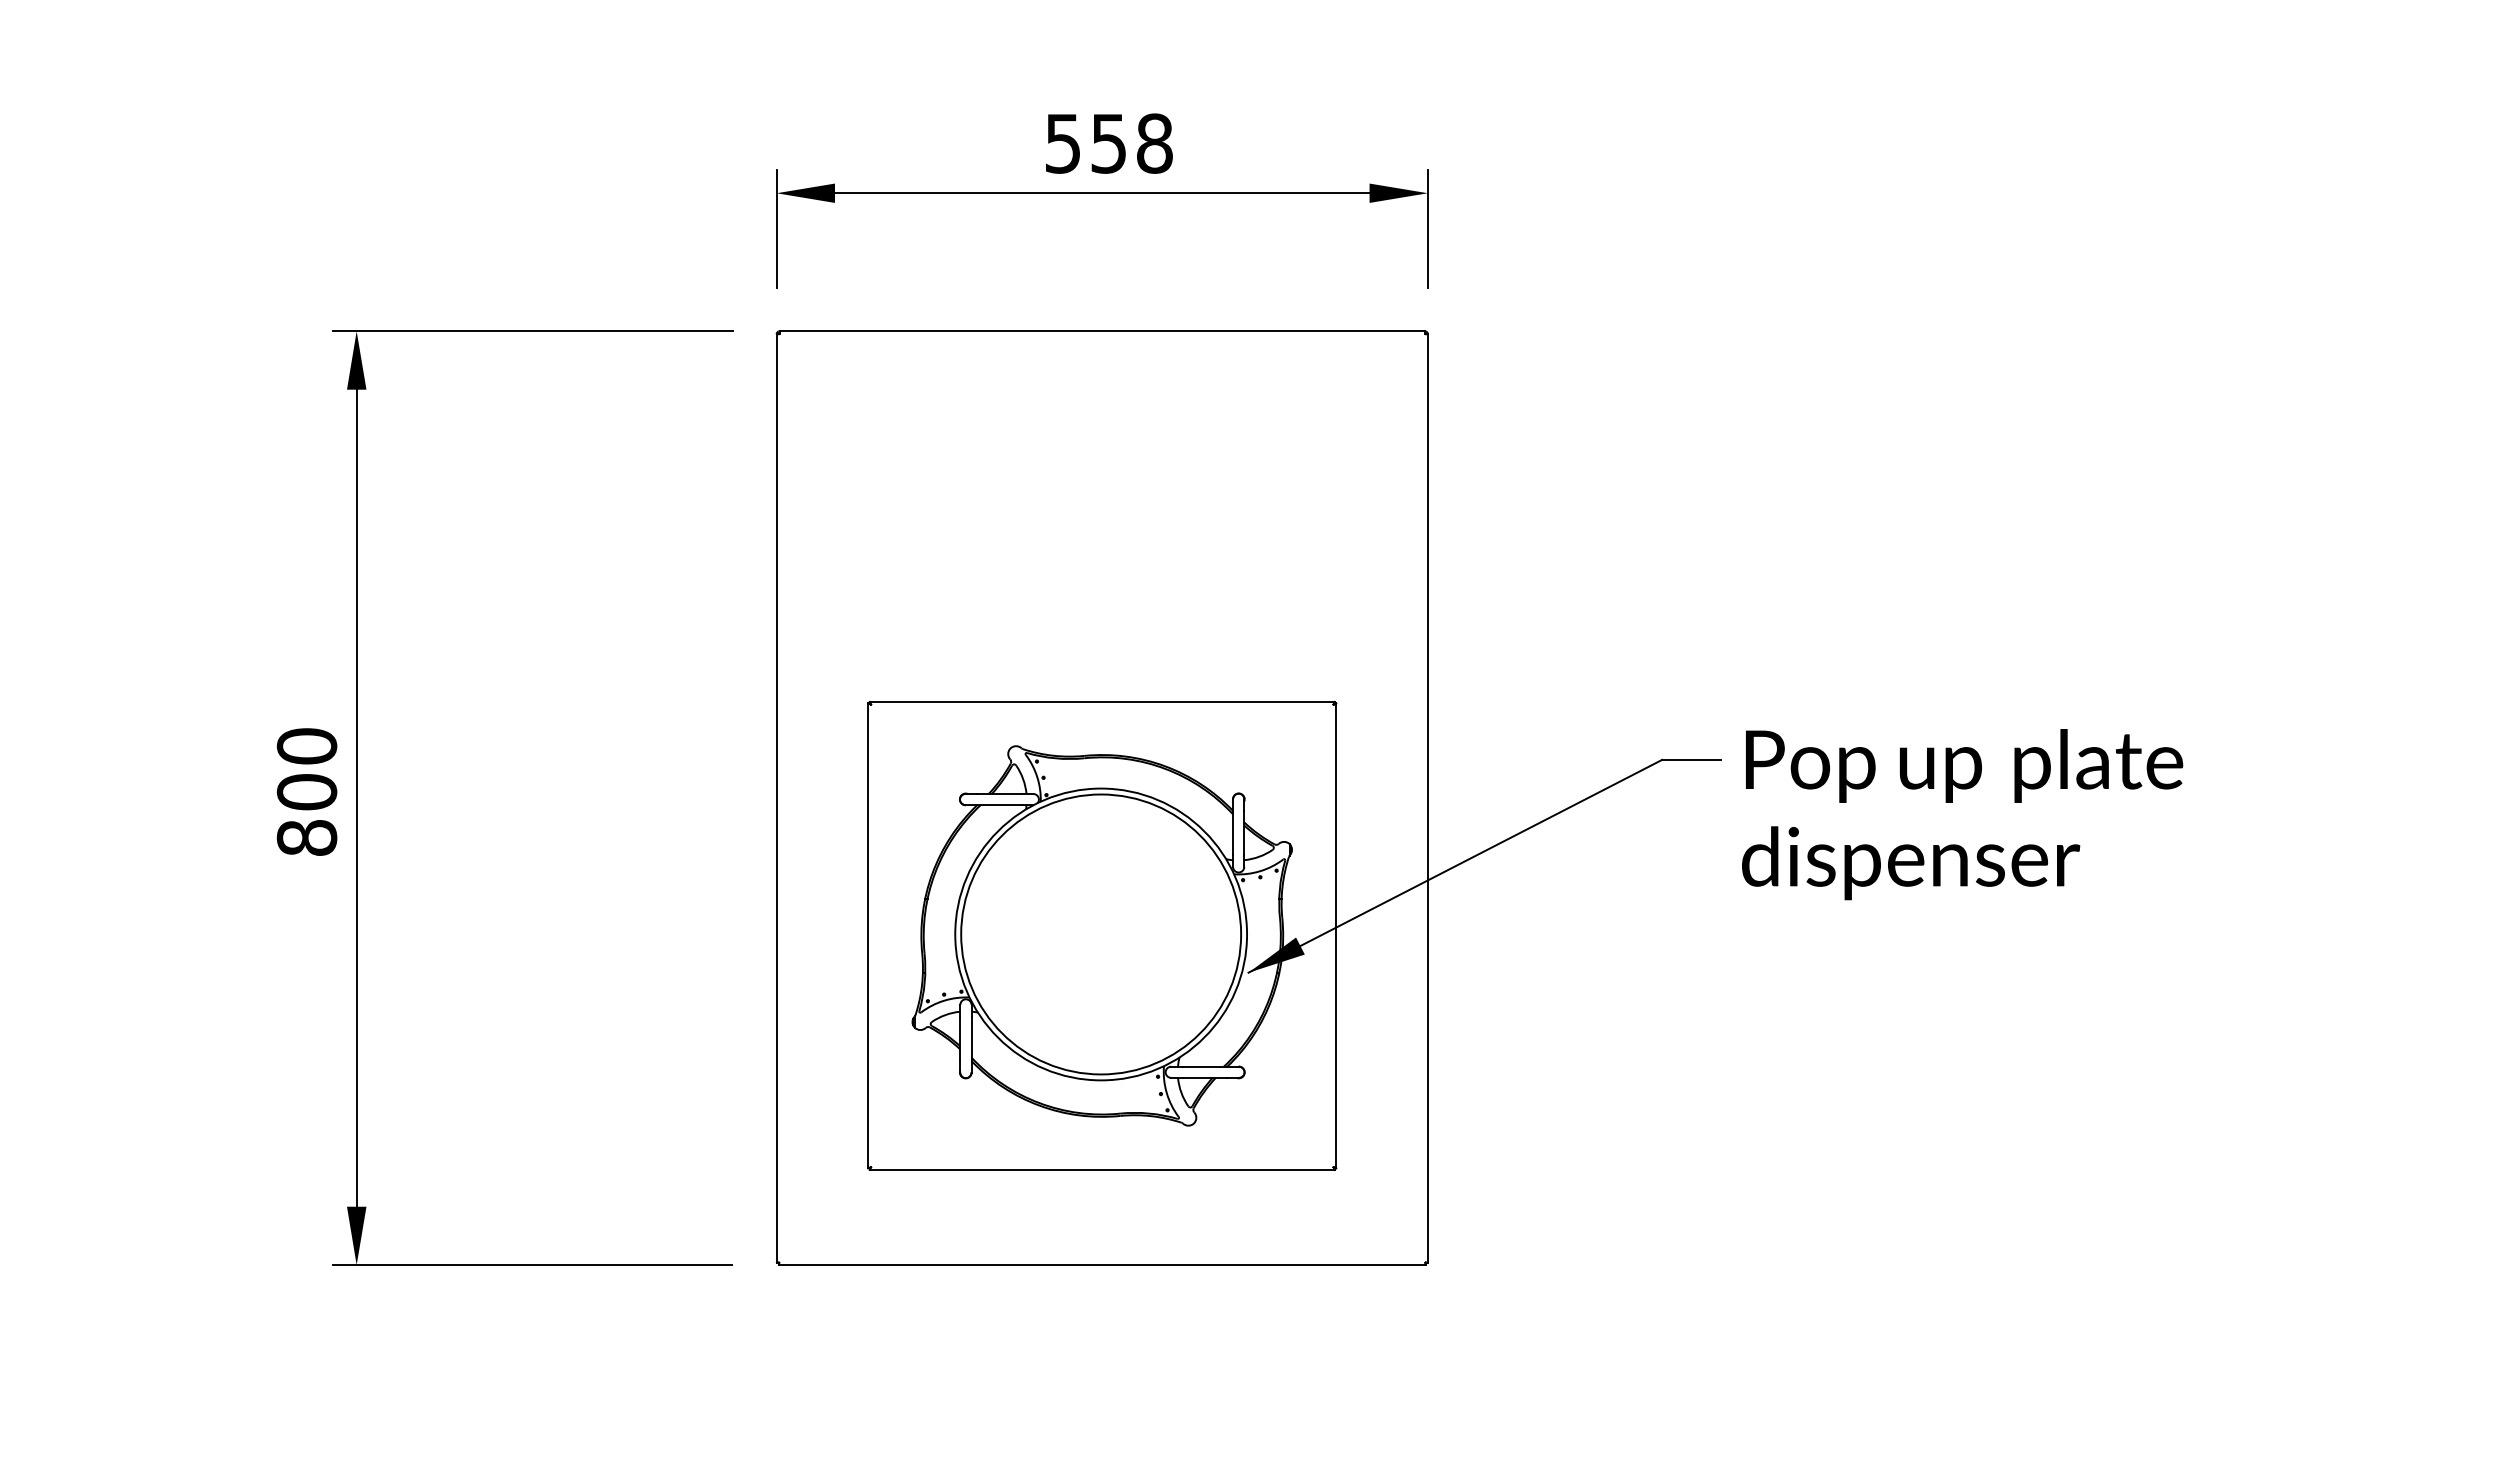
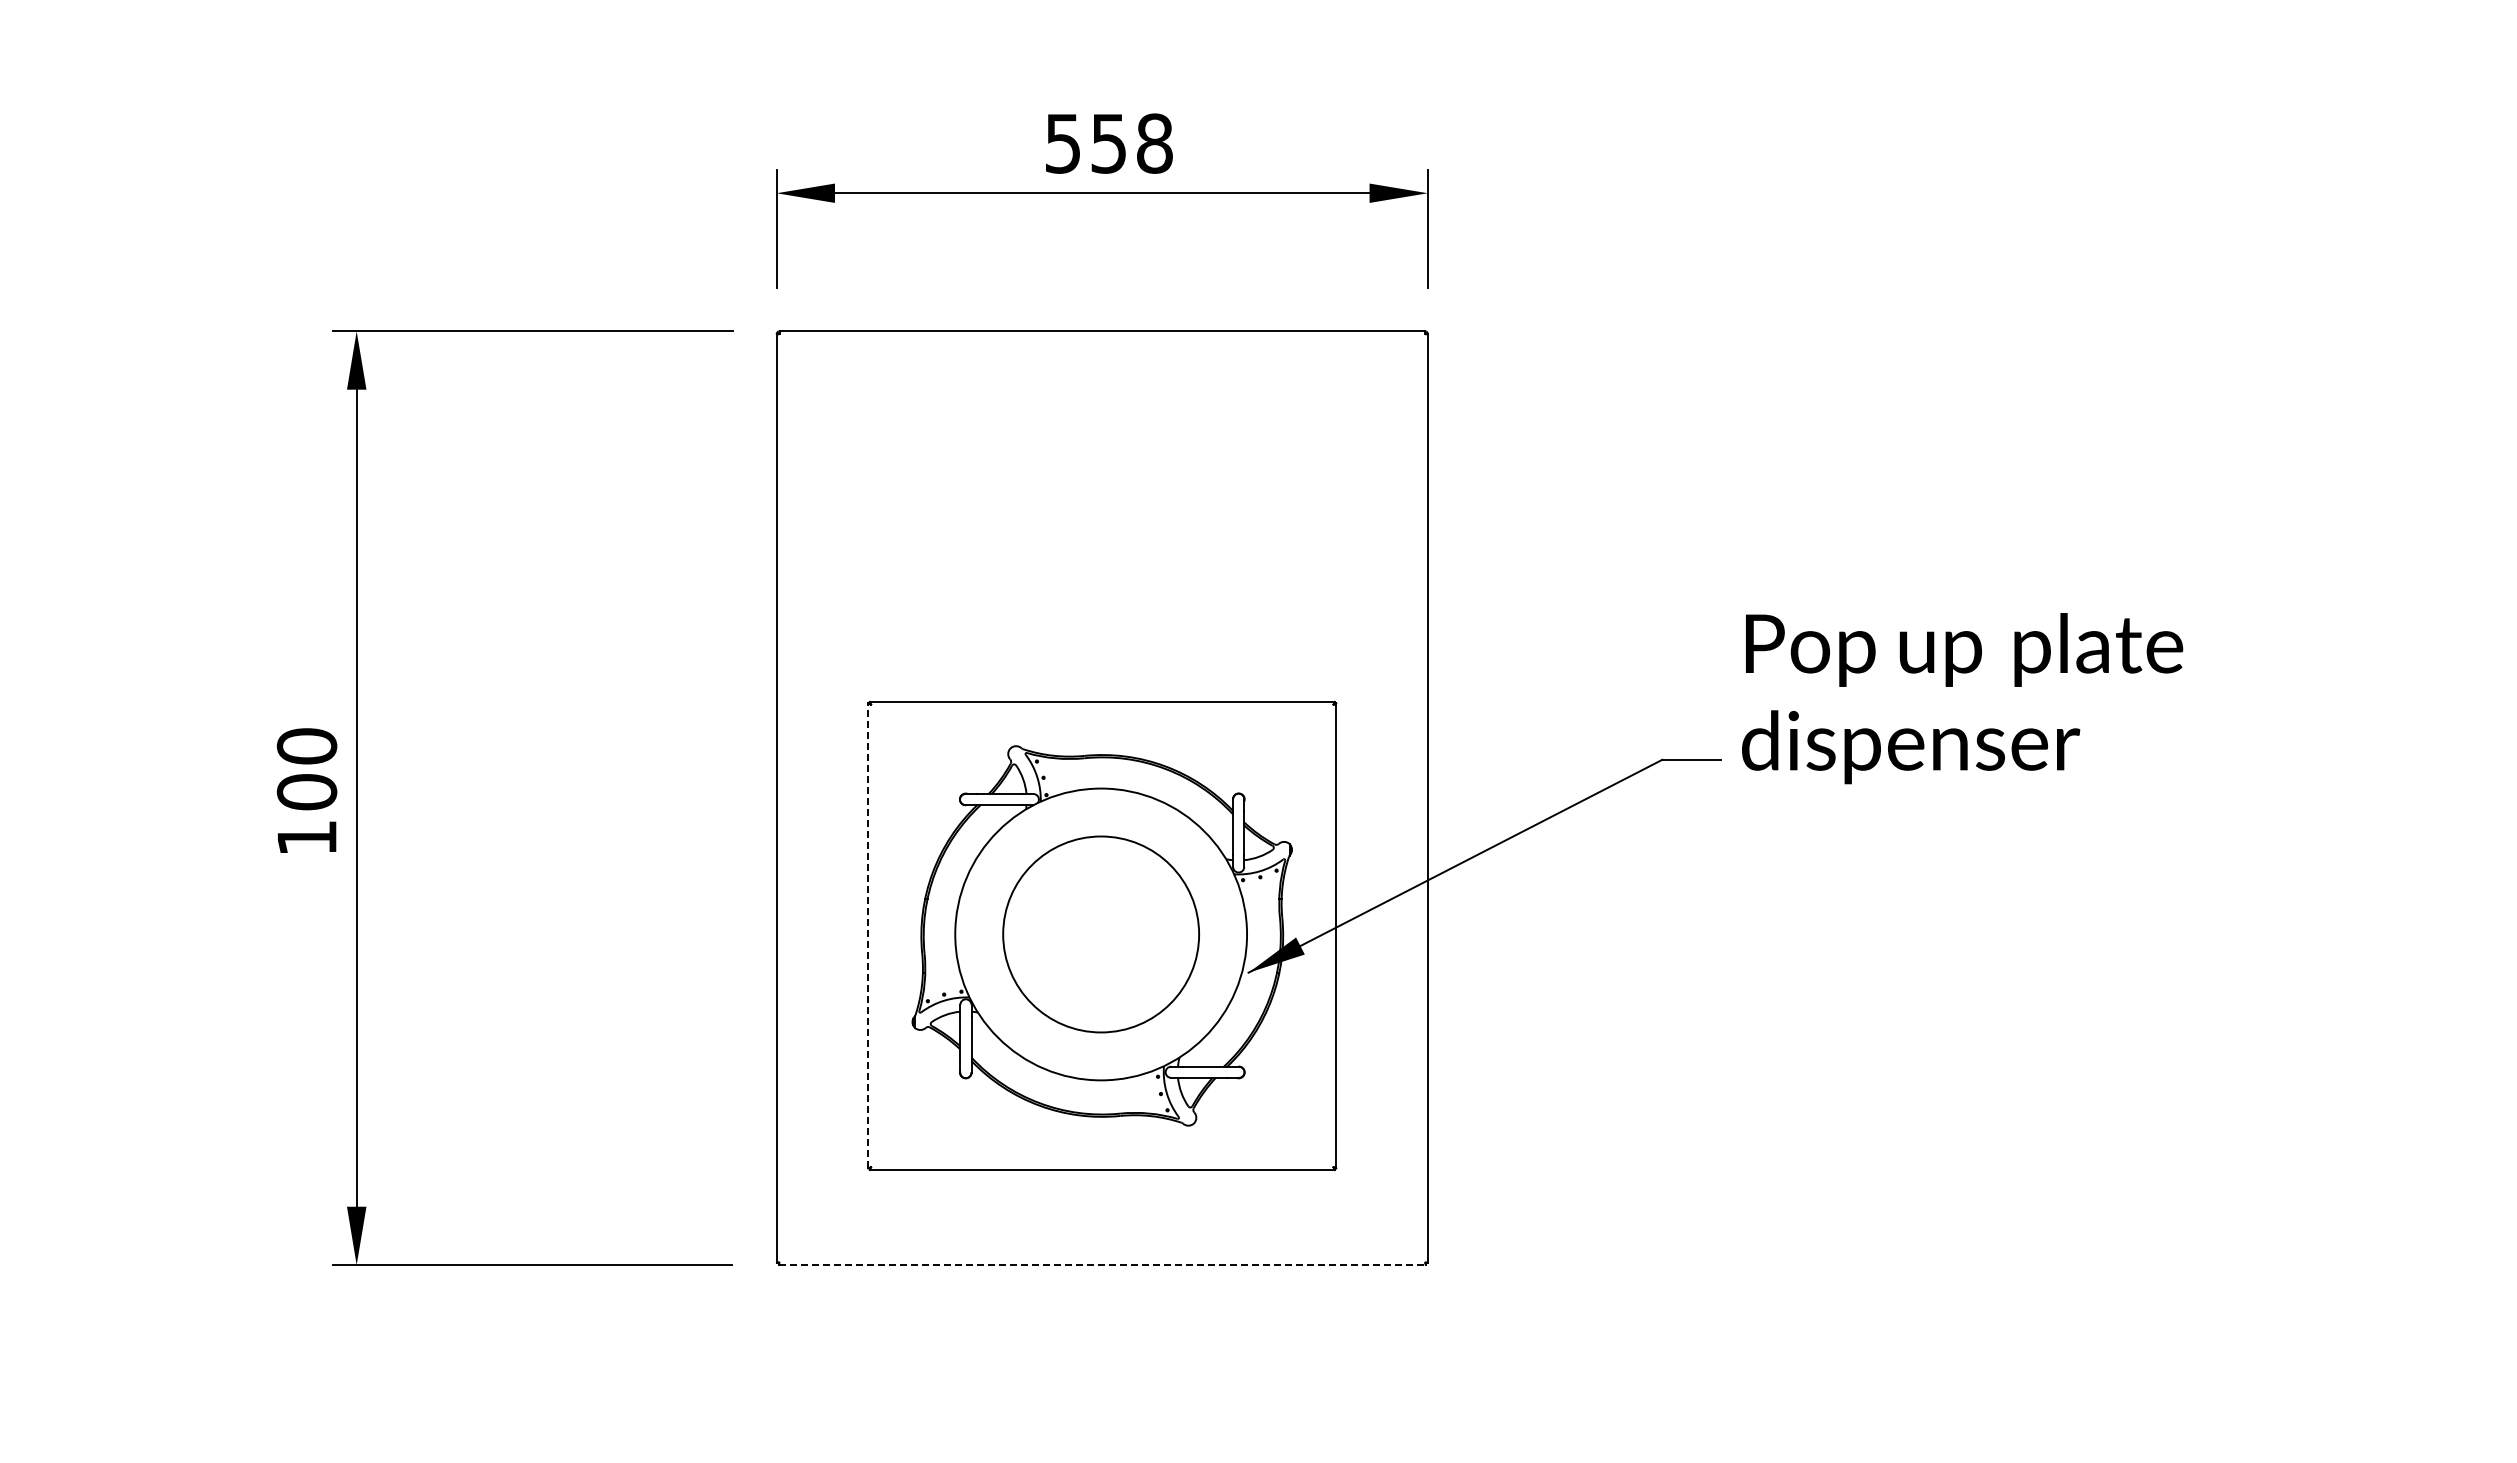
text at (1962, 814) position: (1962, 814) -> (1962, 698)
text at (306, 837): 800 -> 100
circle at (1101, 934) diameter: 280 px -> 196 px
line at (868, 935): solid -> dashed
line at (1102, 1265): solid -> dashed
